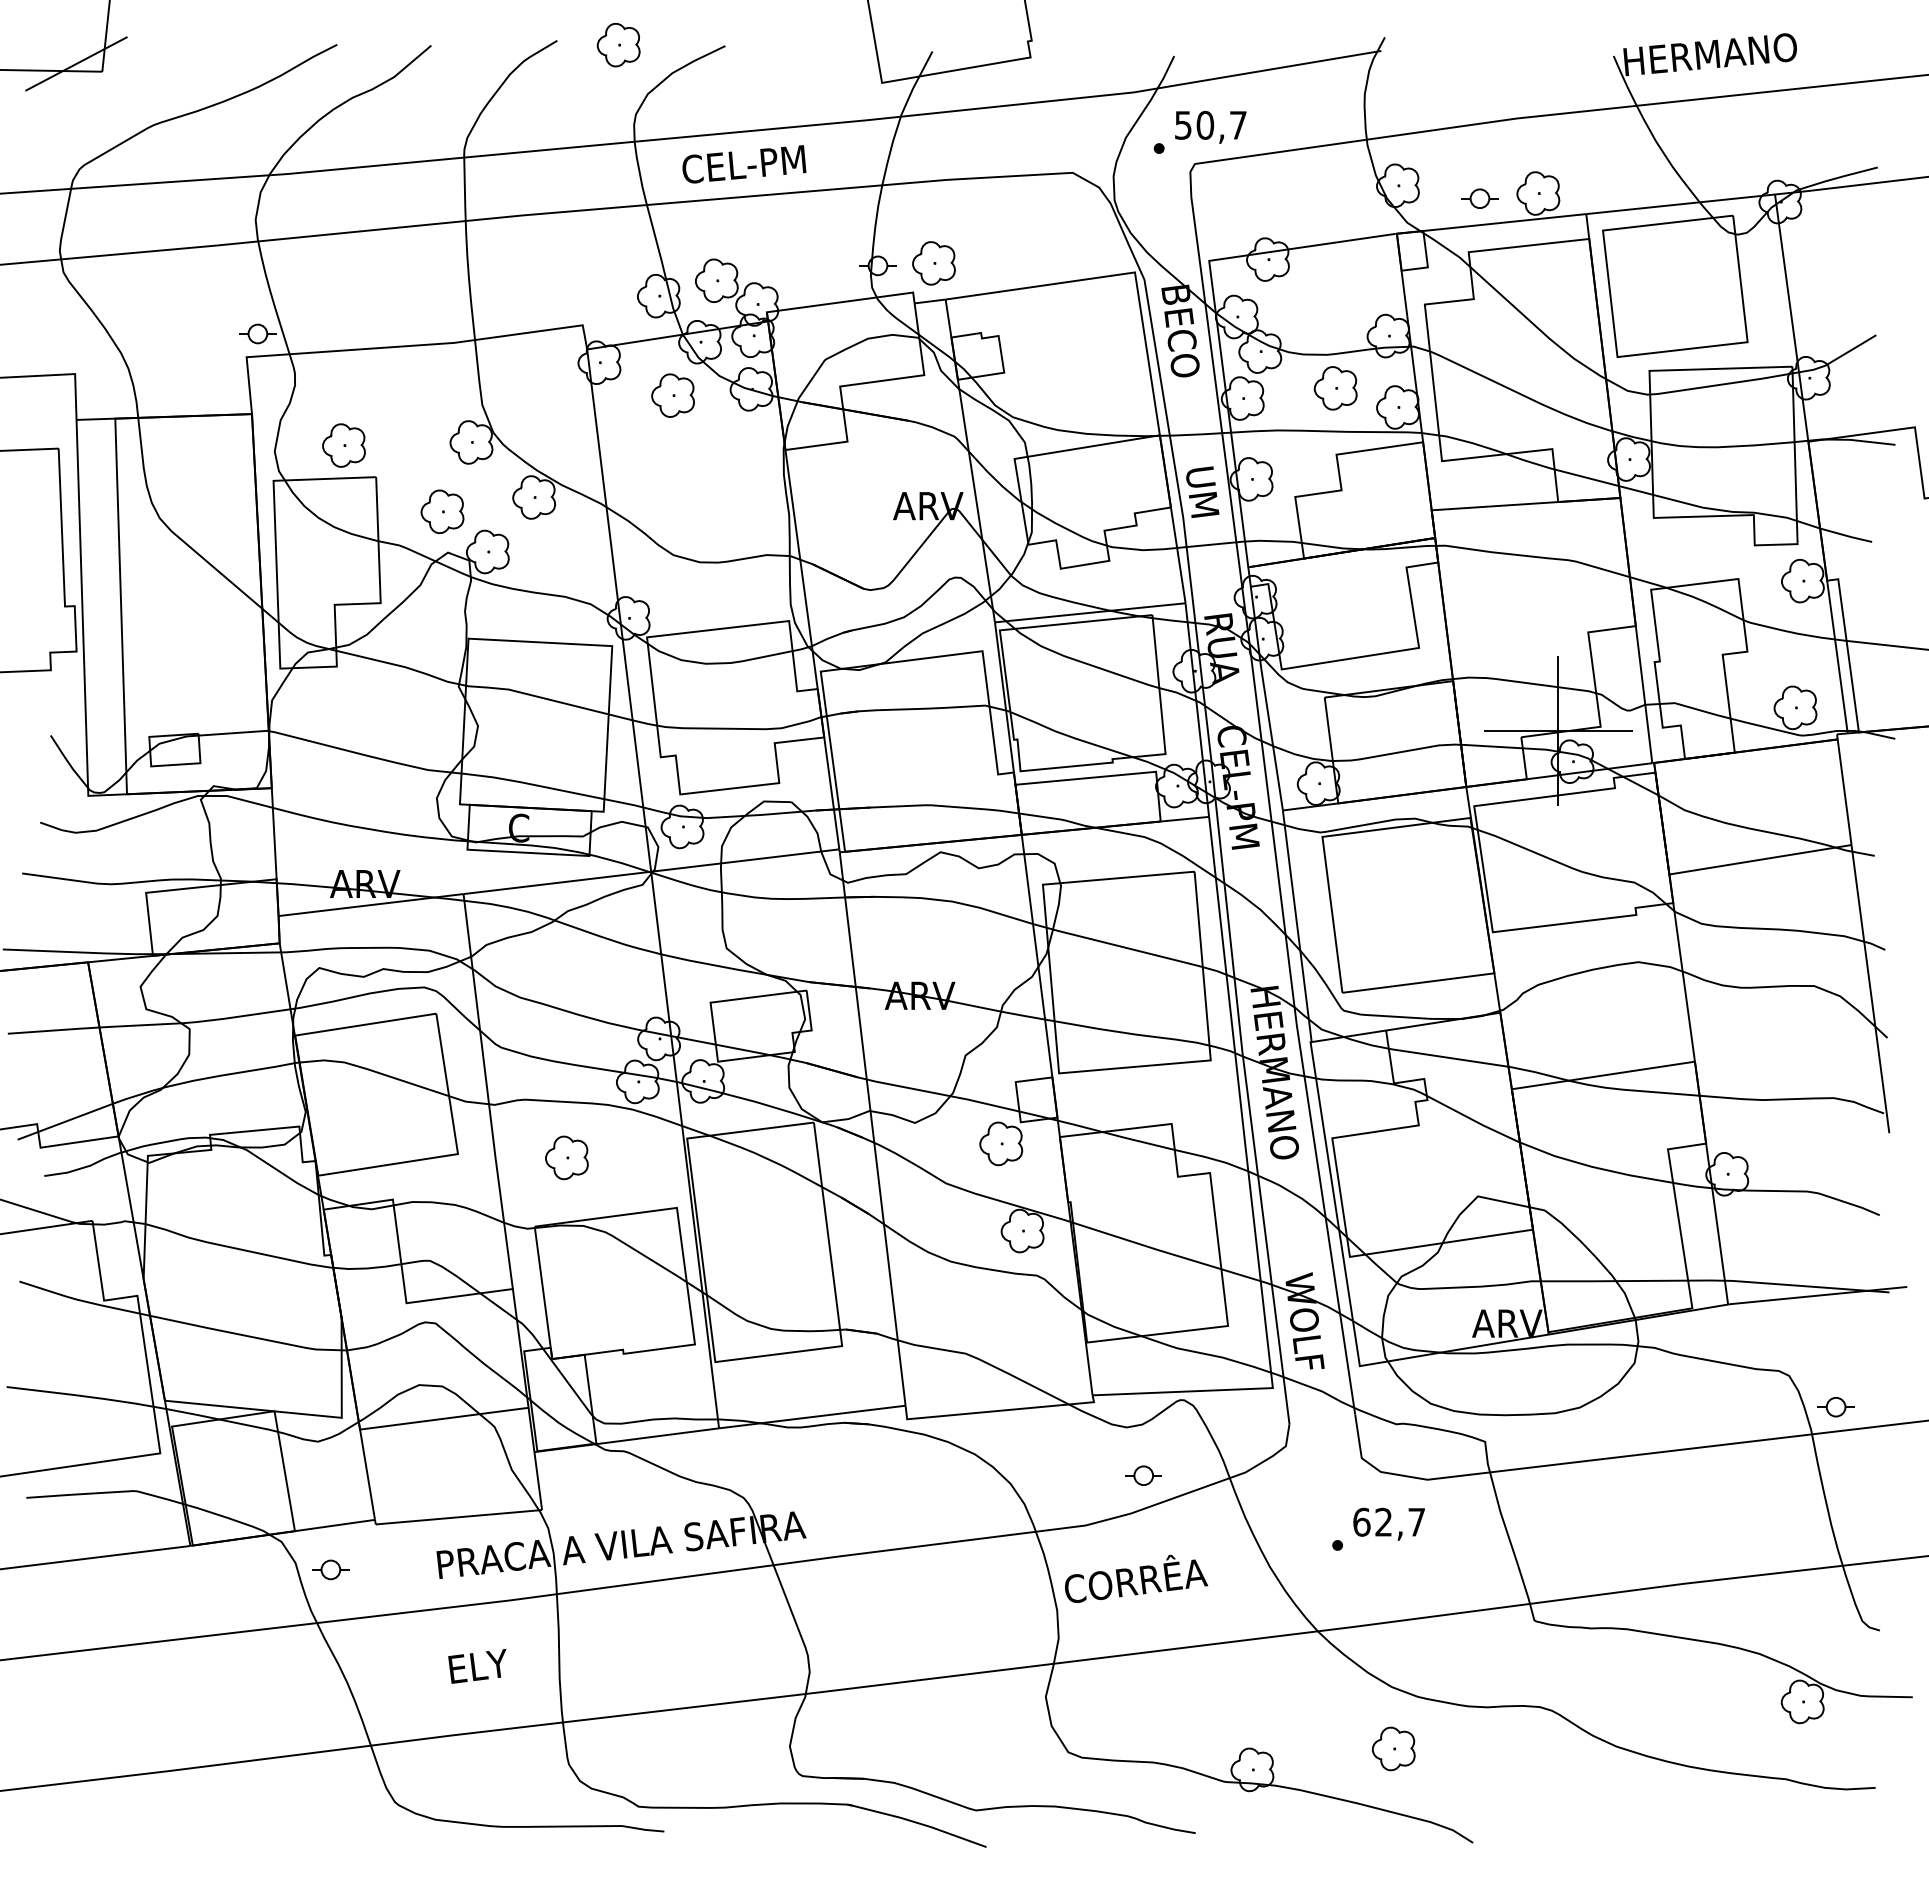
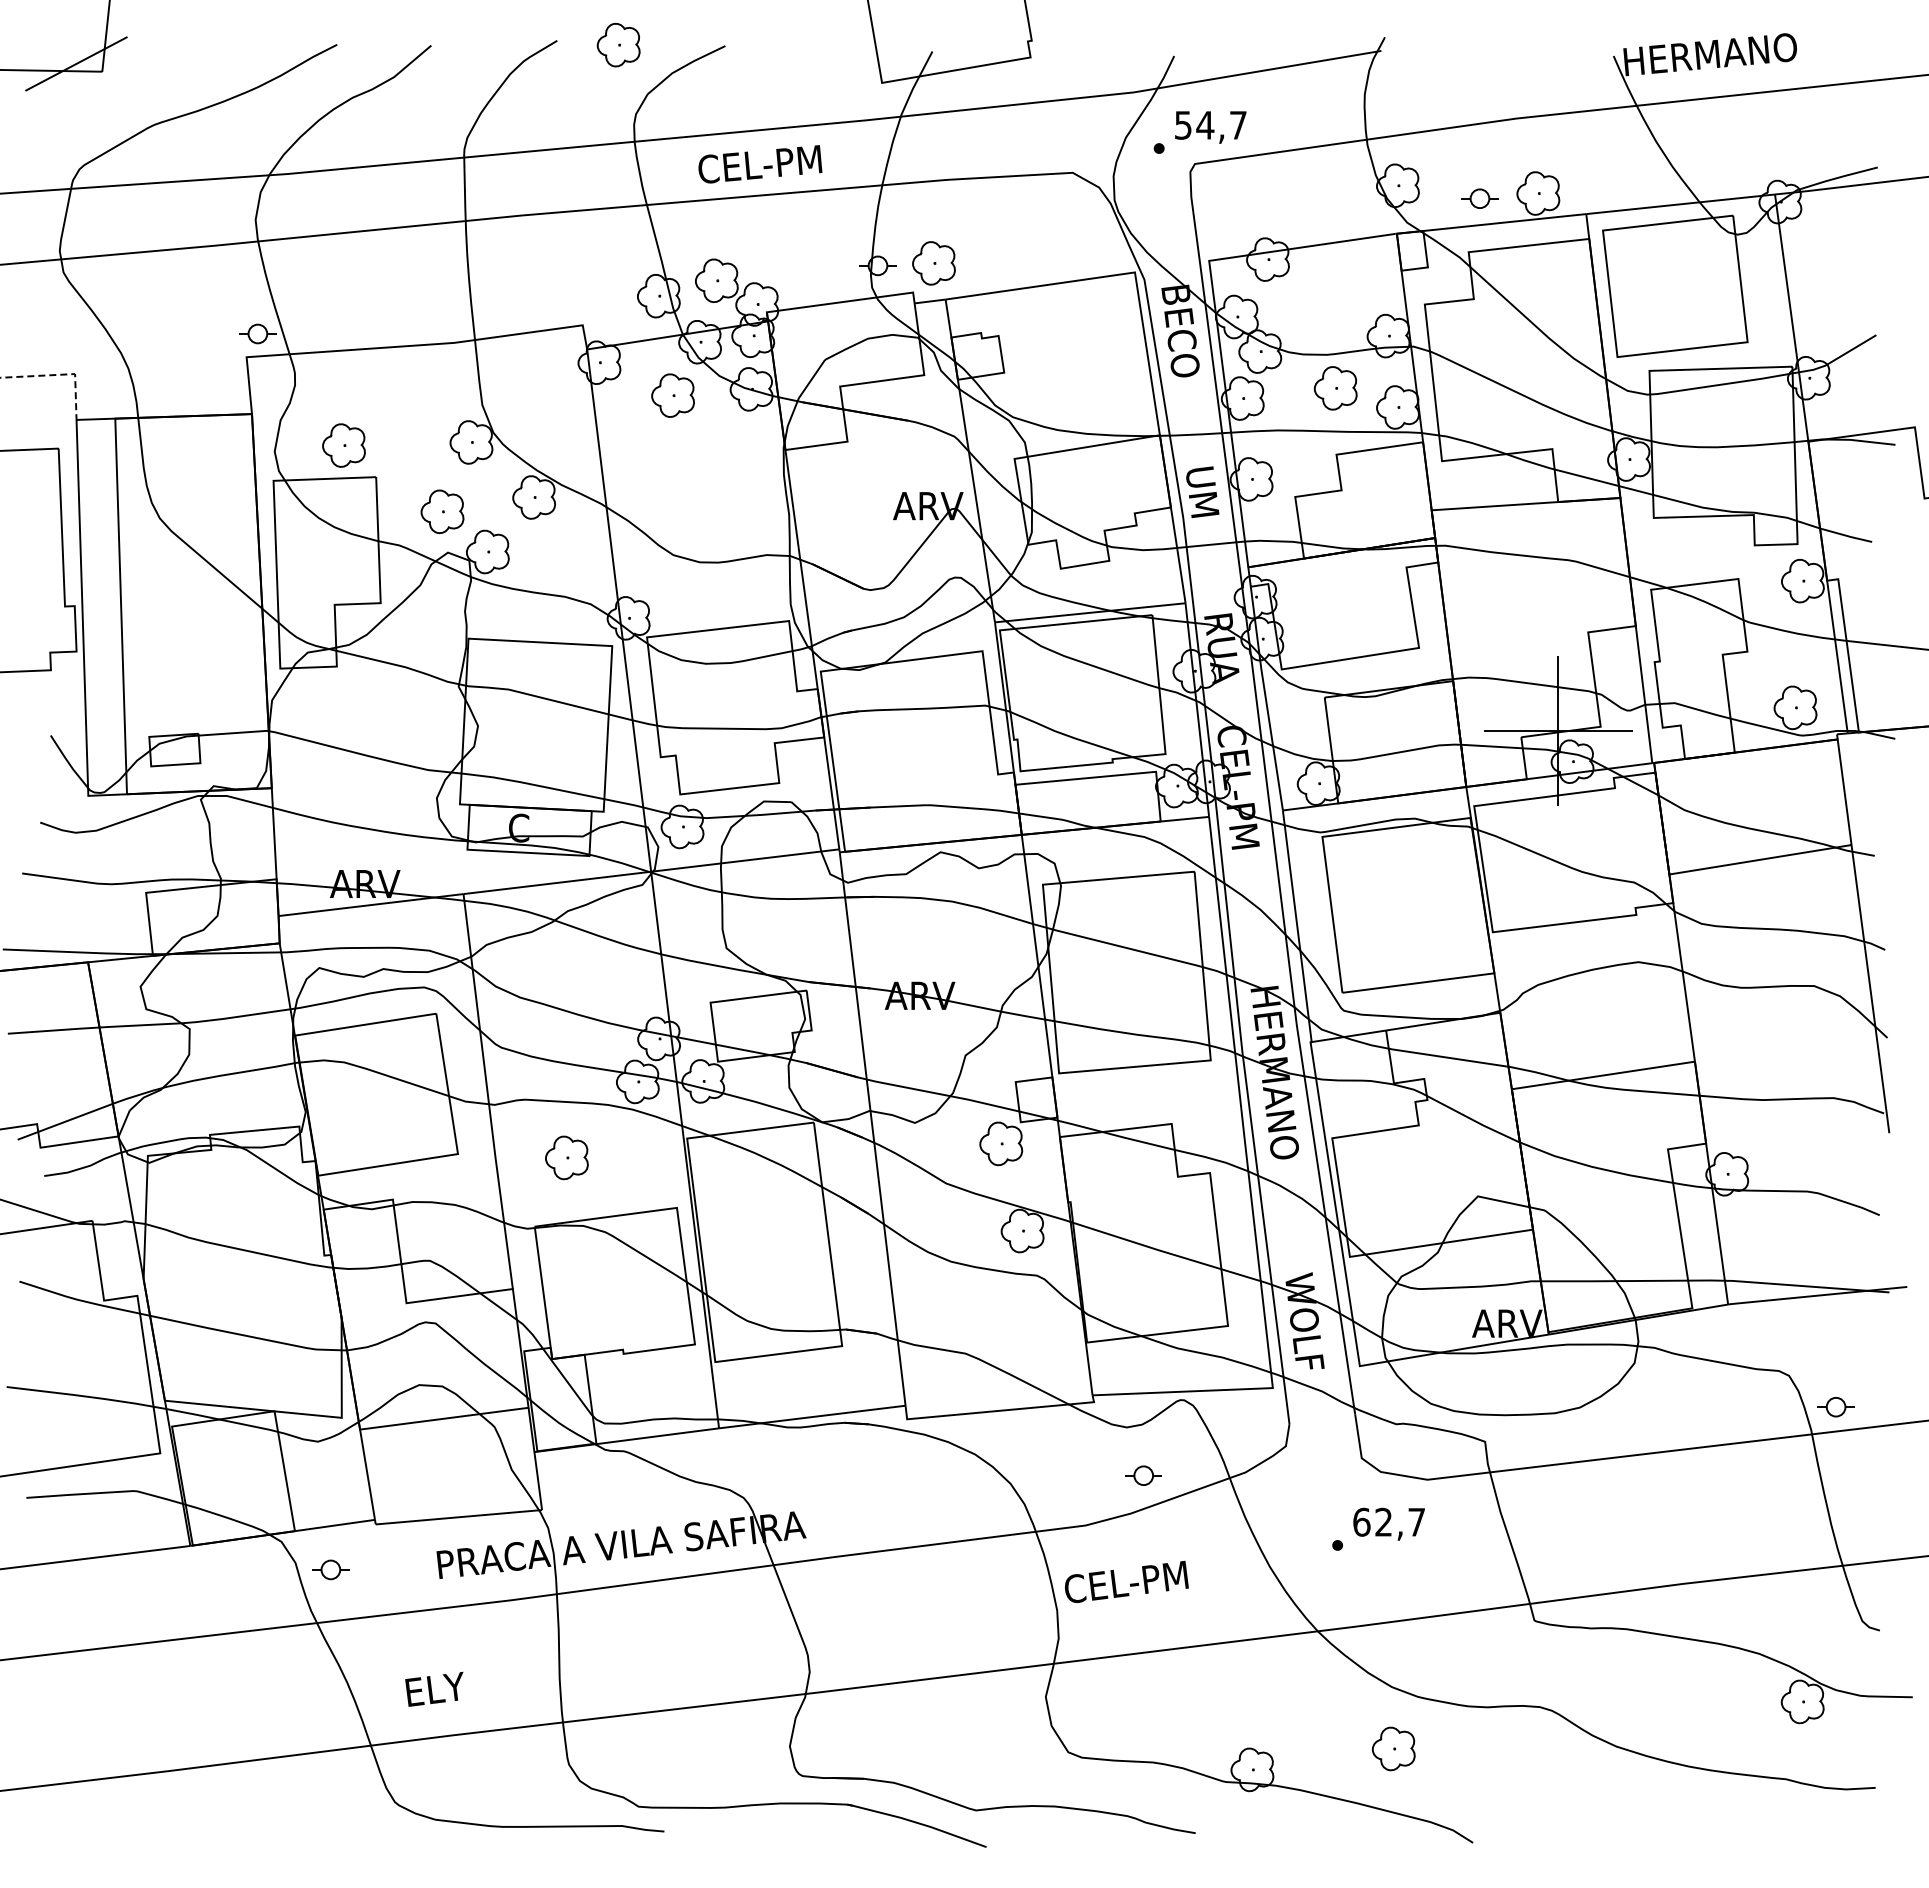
text at (1205, 124): 50,7 -> 54,7
text at (744, 164) position: (744, 164) -> (760, 164)
line at (61, 374): solid -> dashed
text at (1148, 1577): CORRÊA -> CEL-PM
text at (477, 1666) position: (477, 1666) -> (434, 1689)
